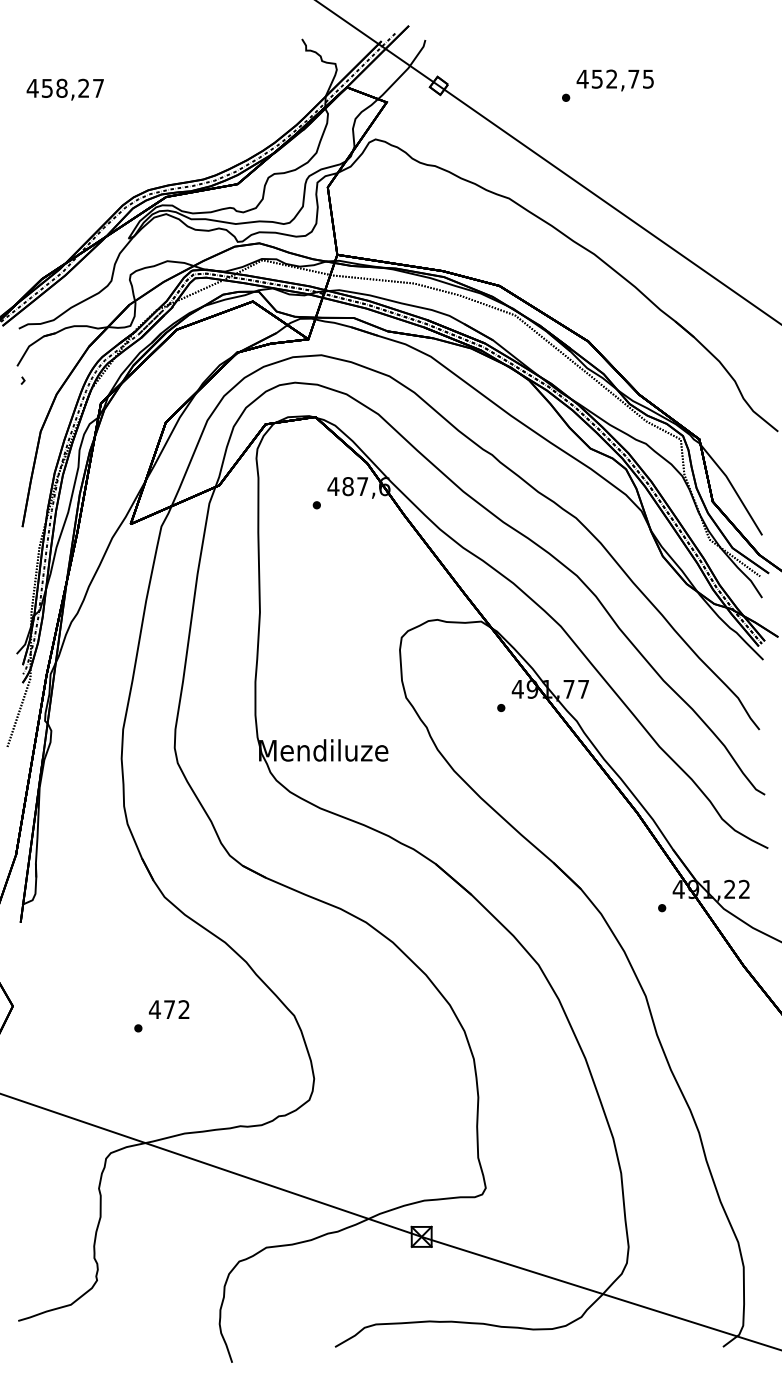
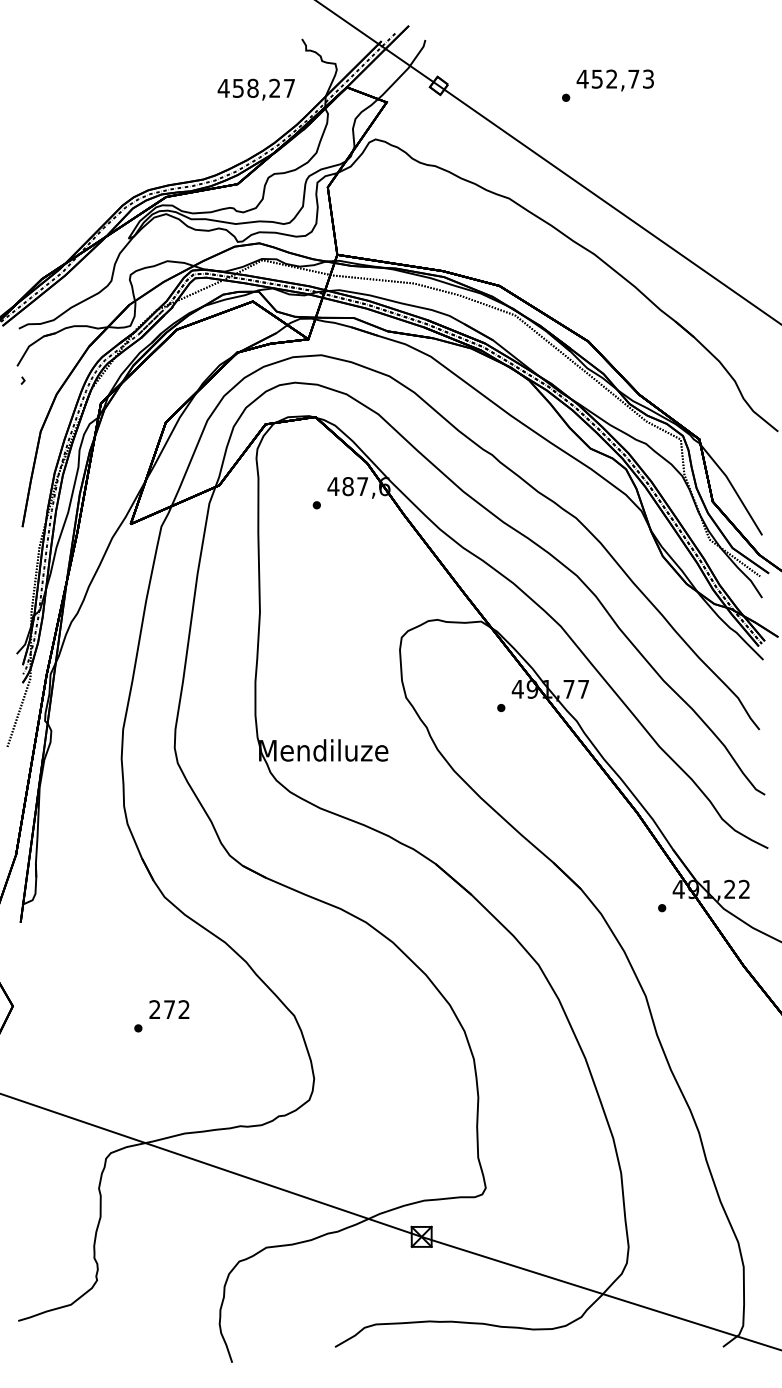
text at (648, 78): 452,75 -> 452,73
text at (64, 89) position: (64, 89) -> (255, 89)
text at (154, 1009): 472 -> 272
